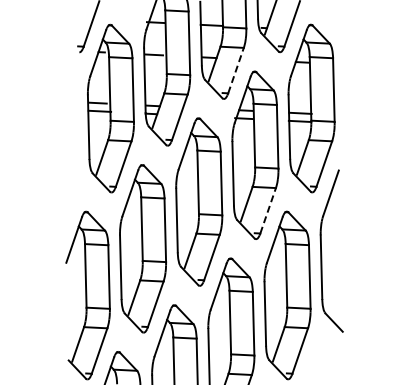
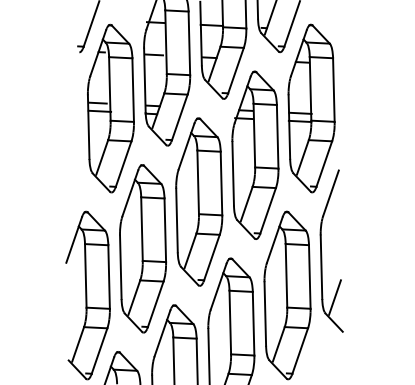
line at (236, 70): dashed -> solid
line at (268, 210): dashed -> solid
line at (334, 297): none -> present
